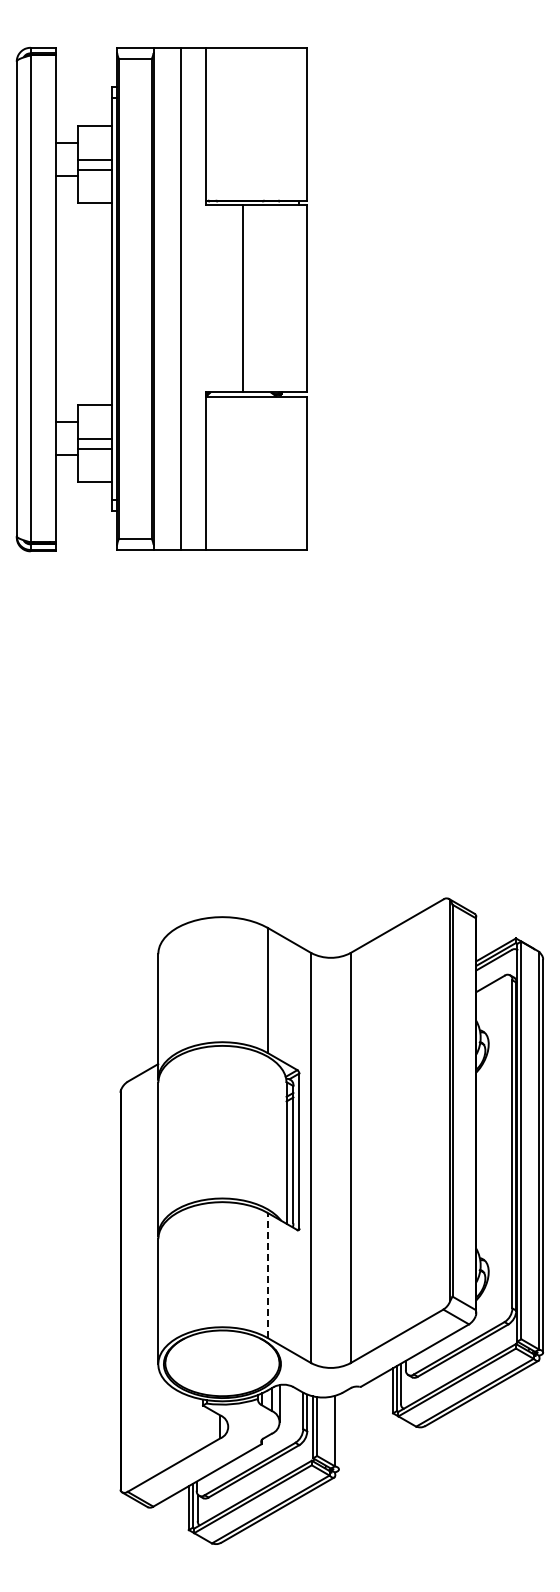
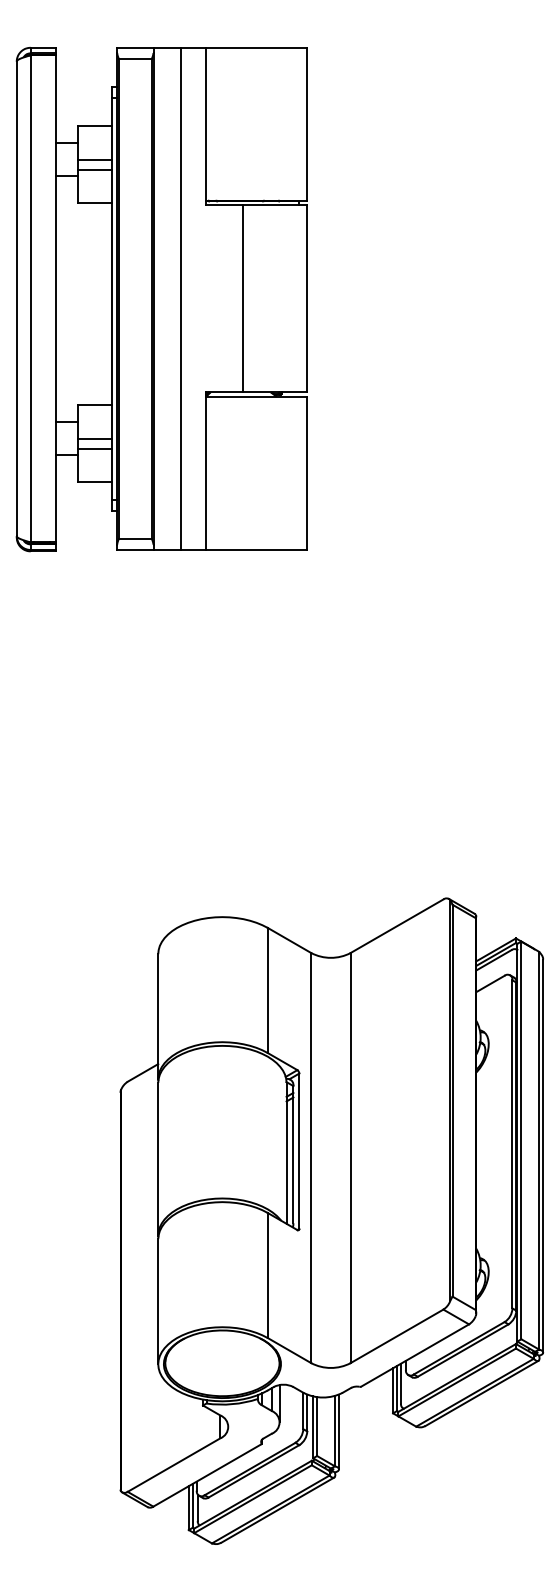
line at (267, 1275): dashed -> solid
line at (338, 1431): none -> present
